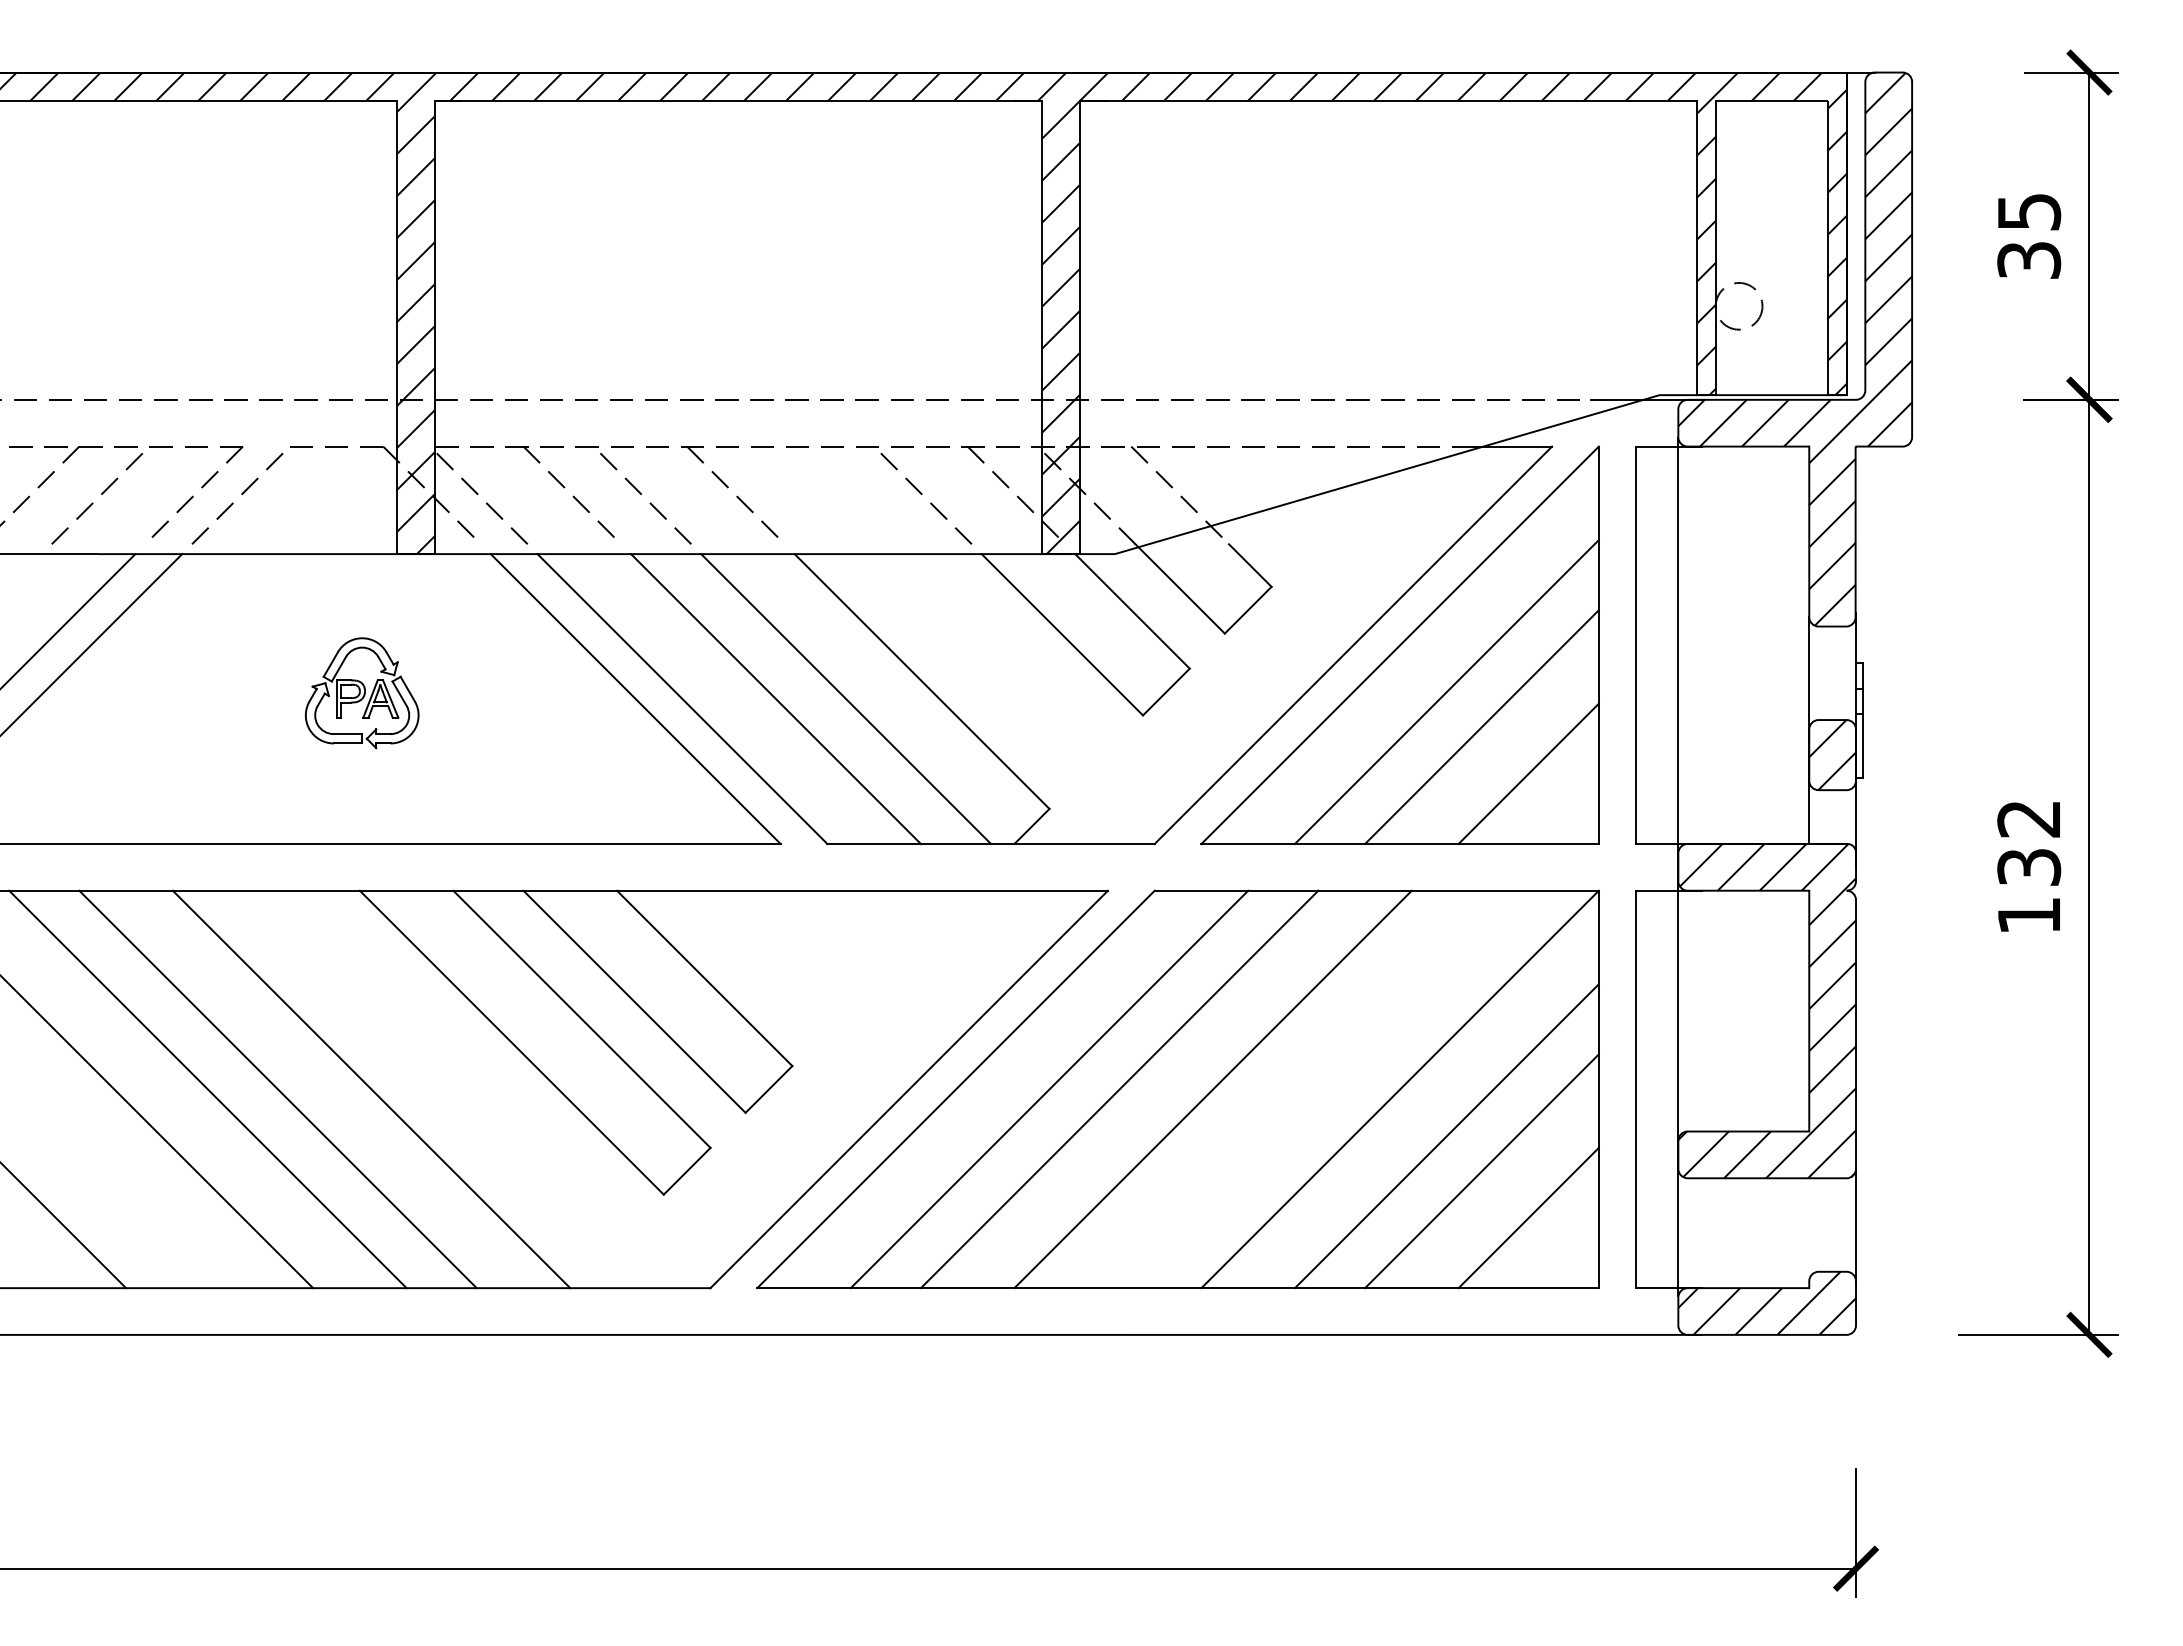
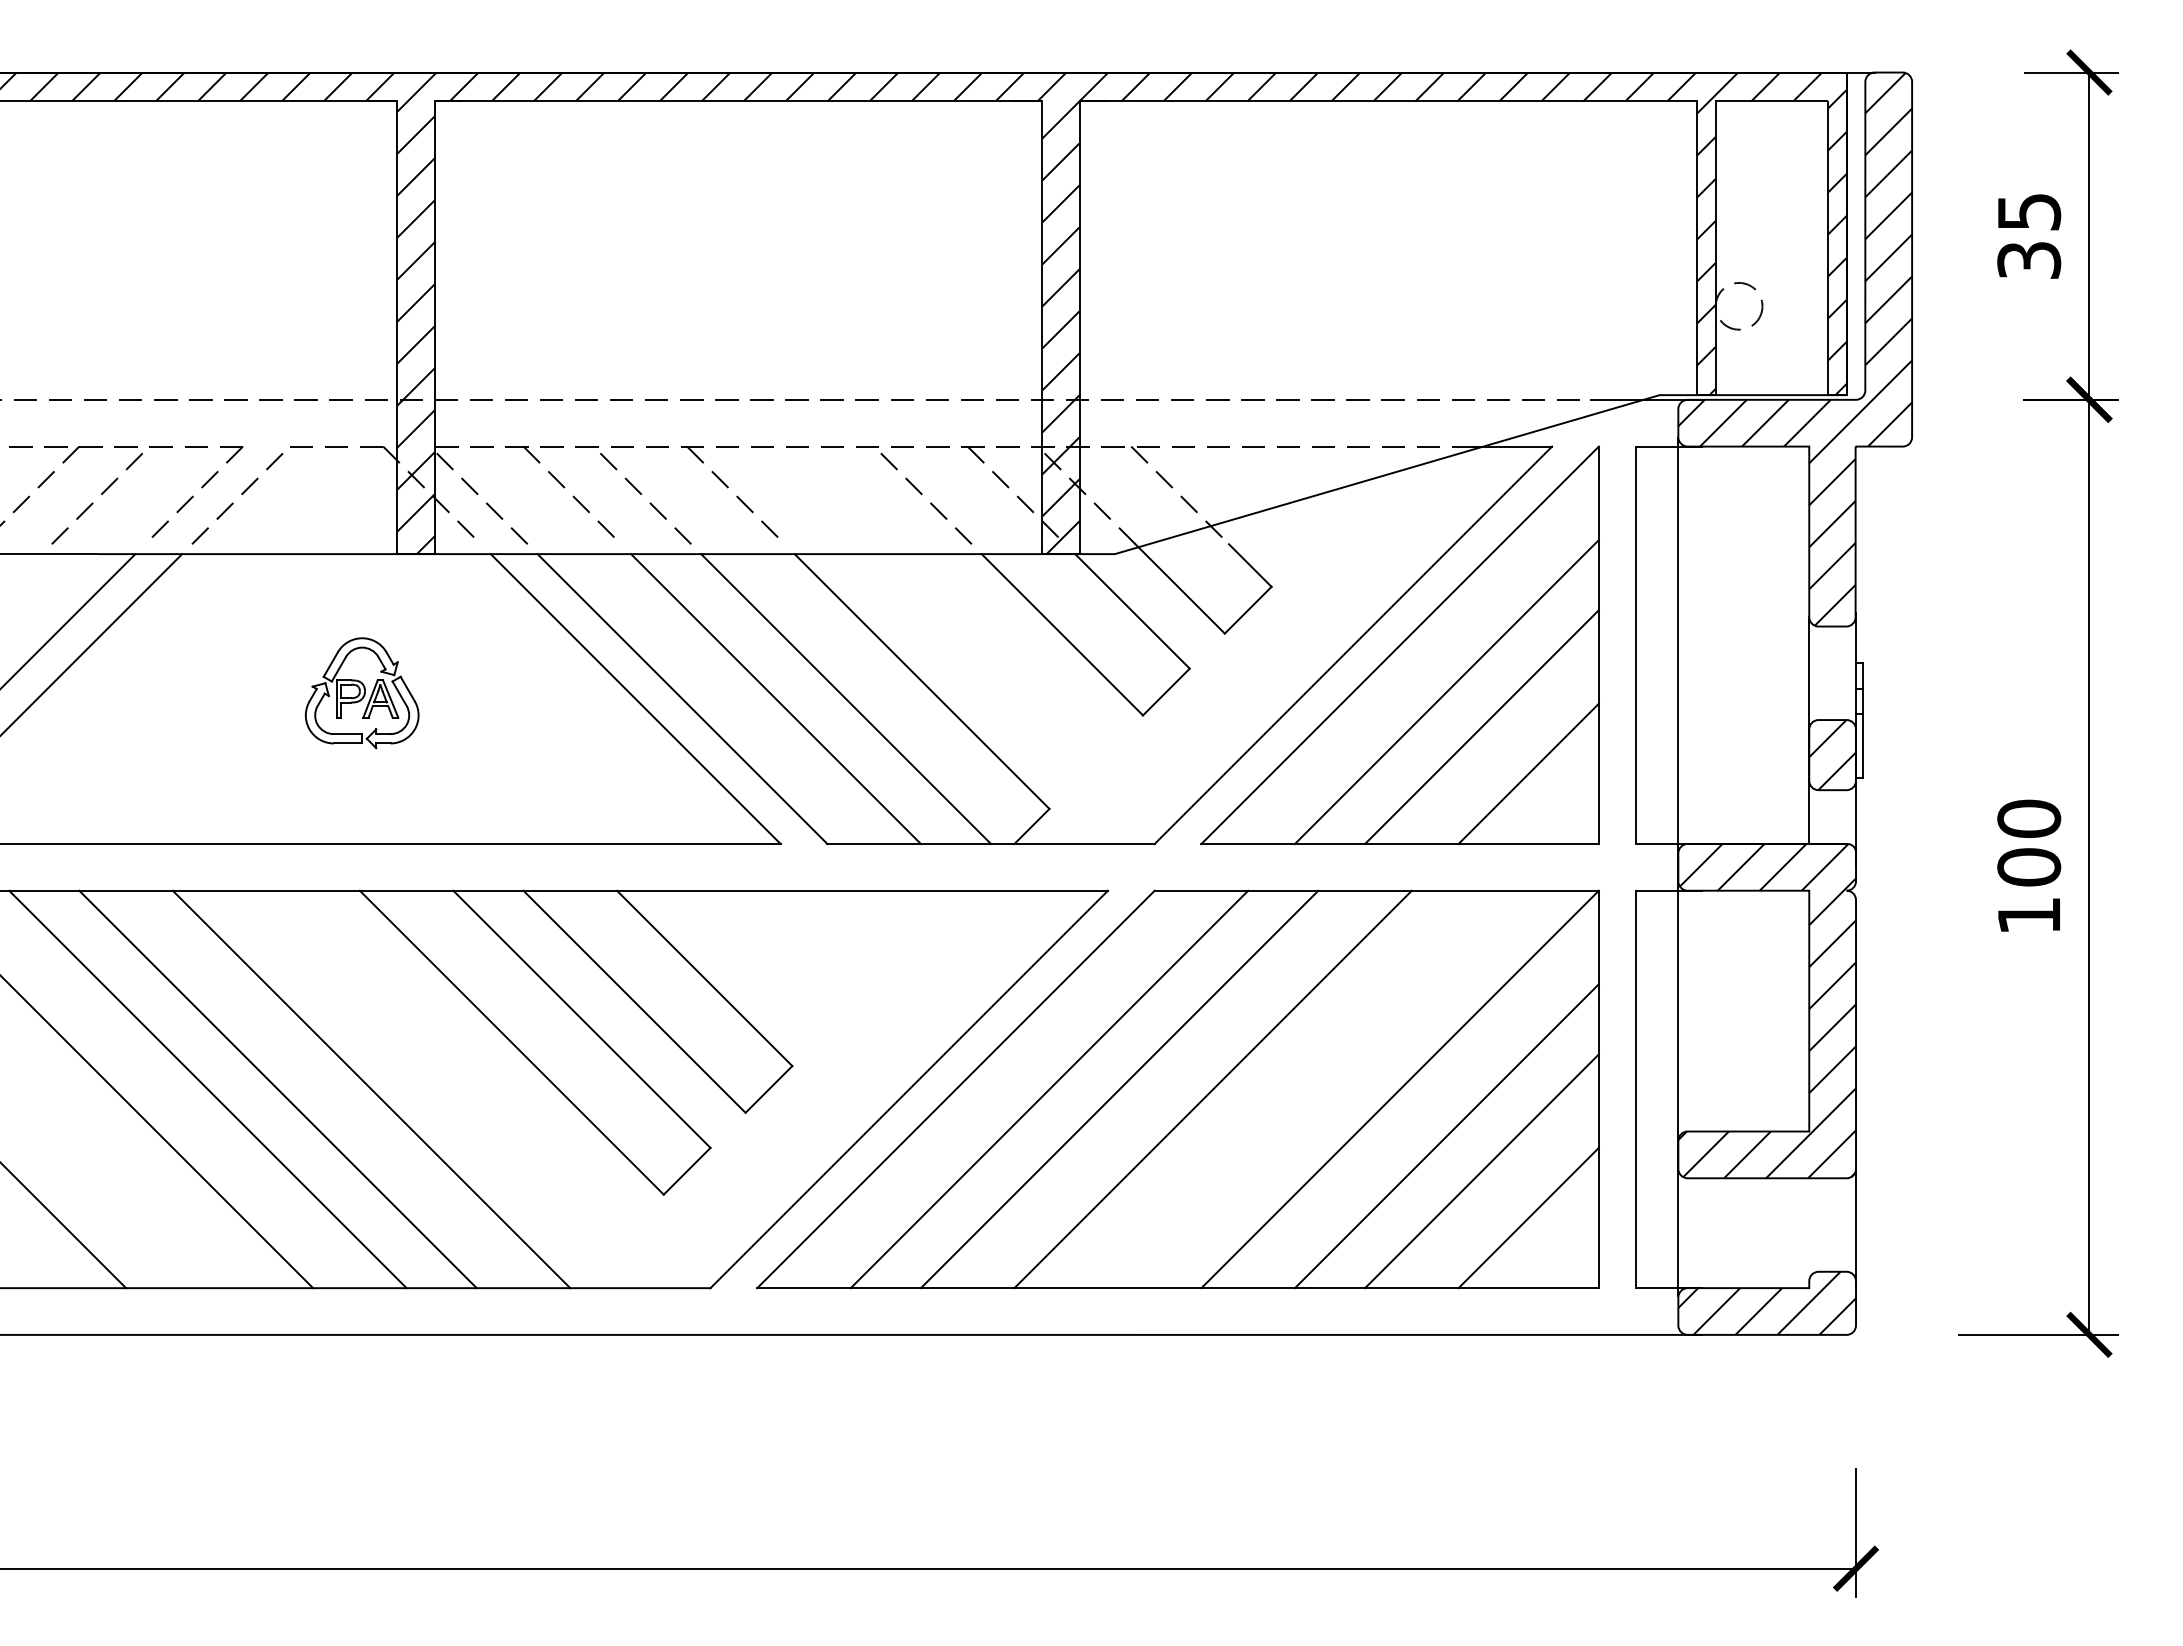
text at (2029, 842): 132 -> 100
